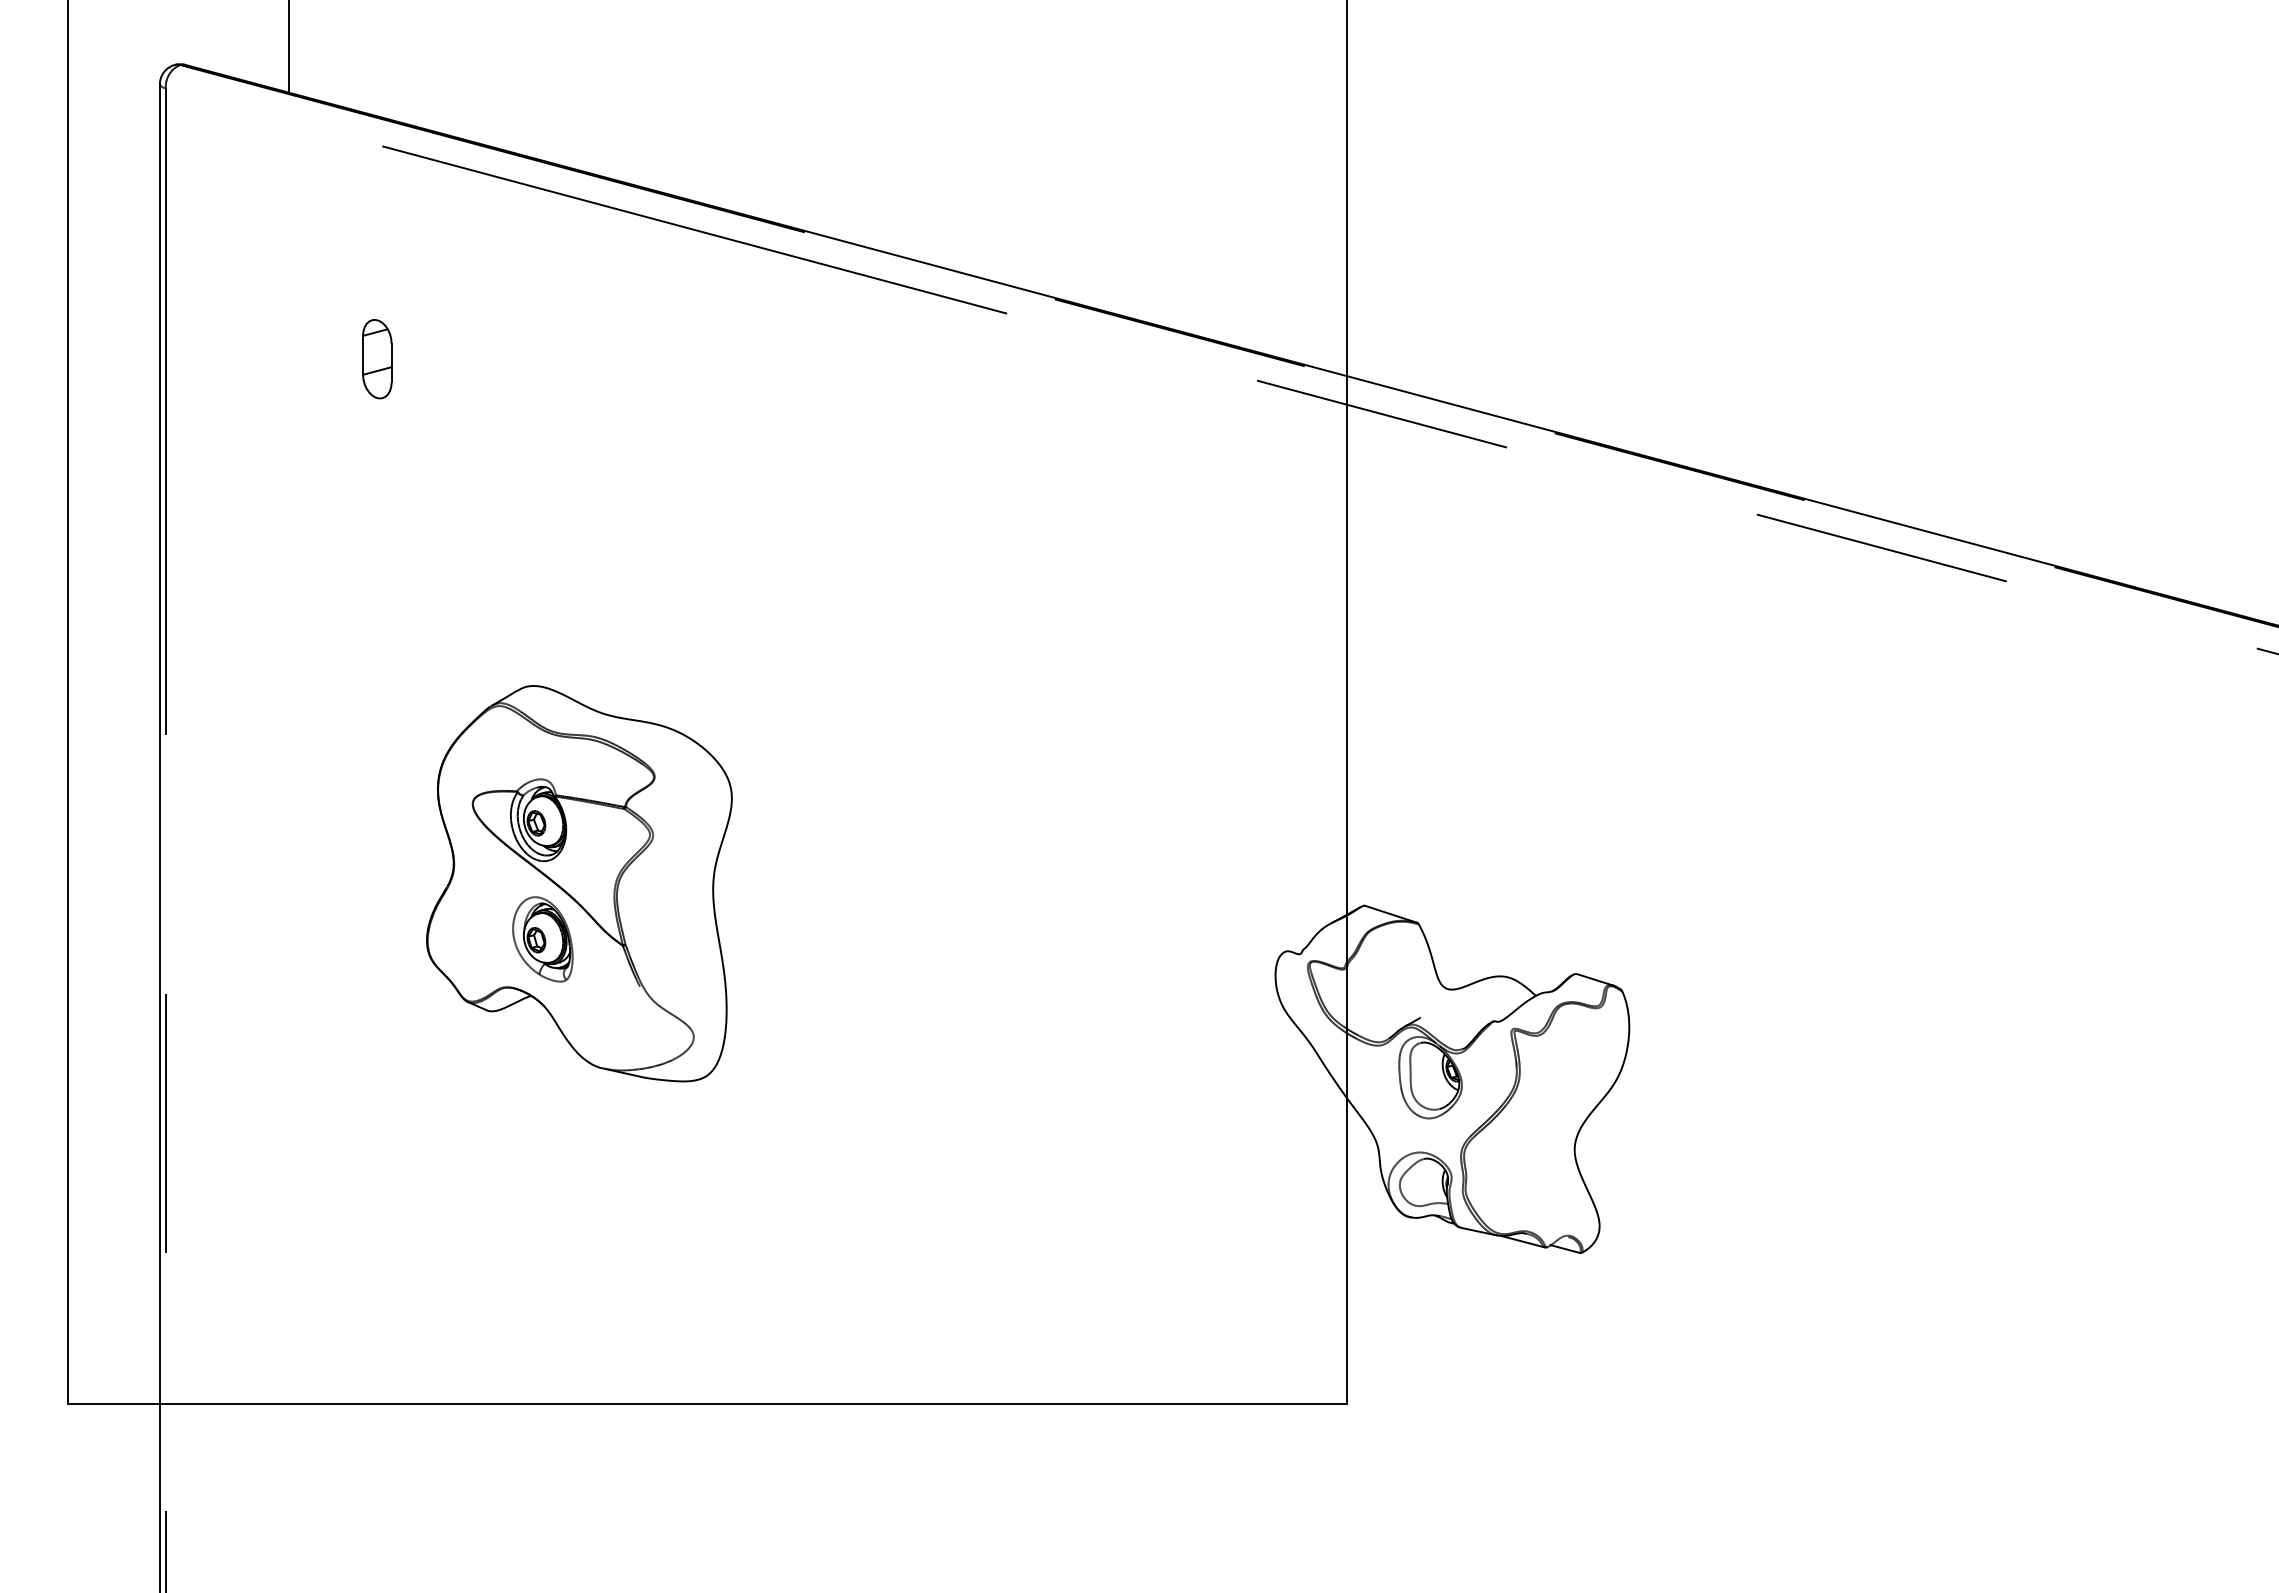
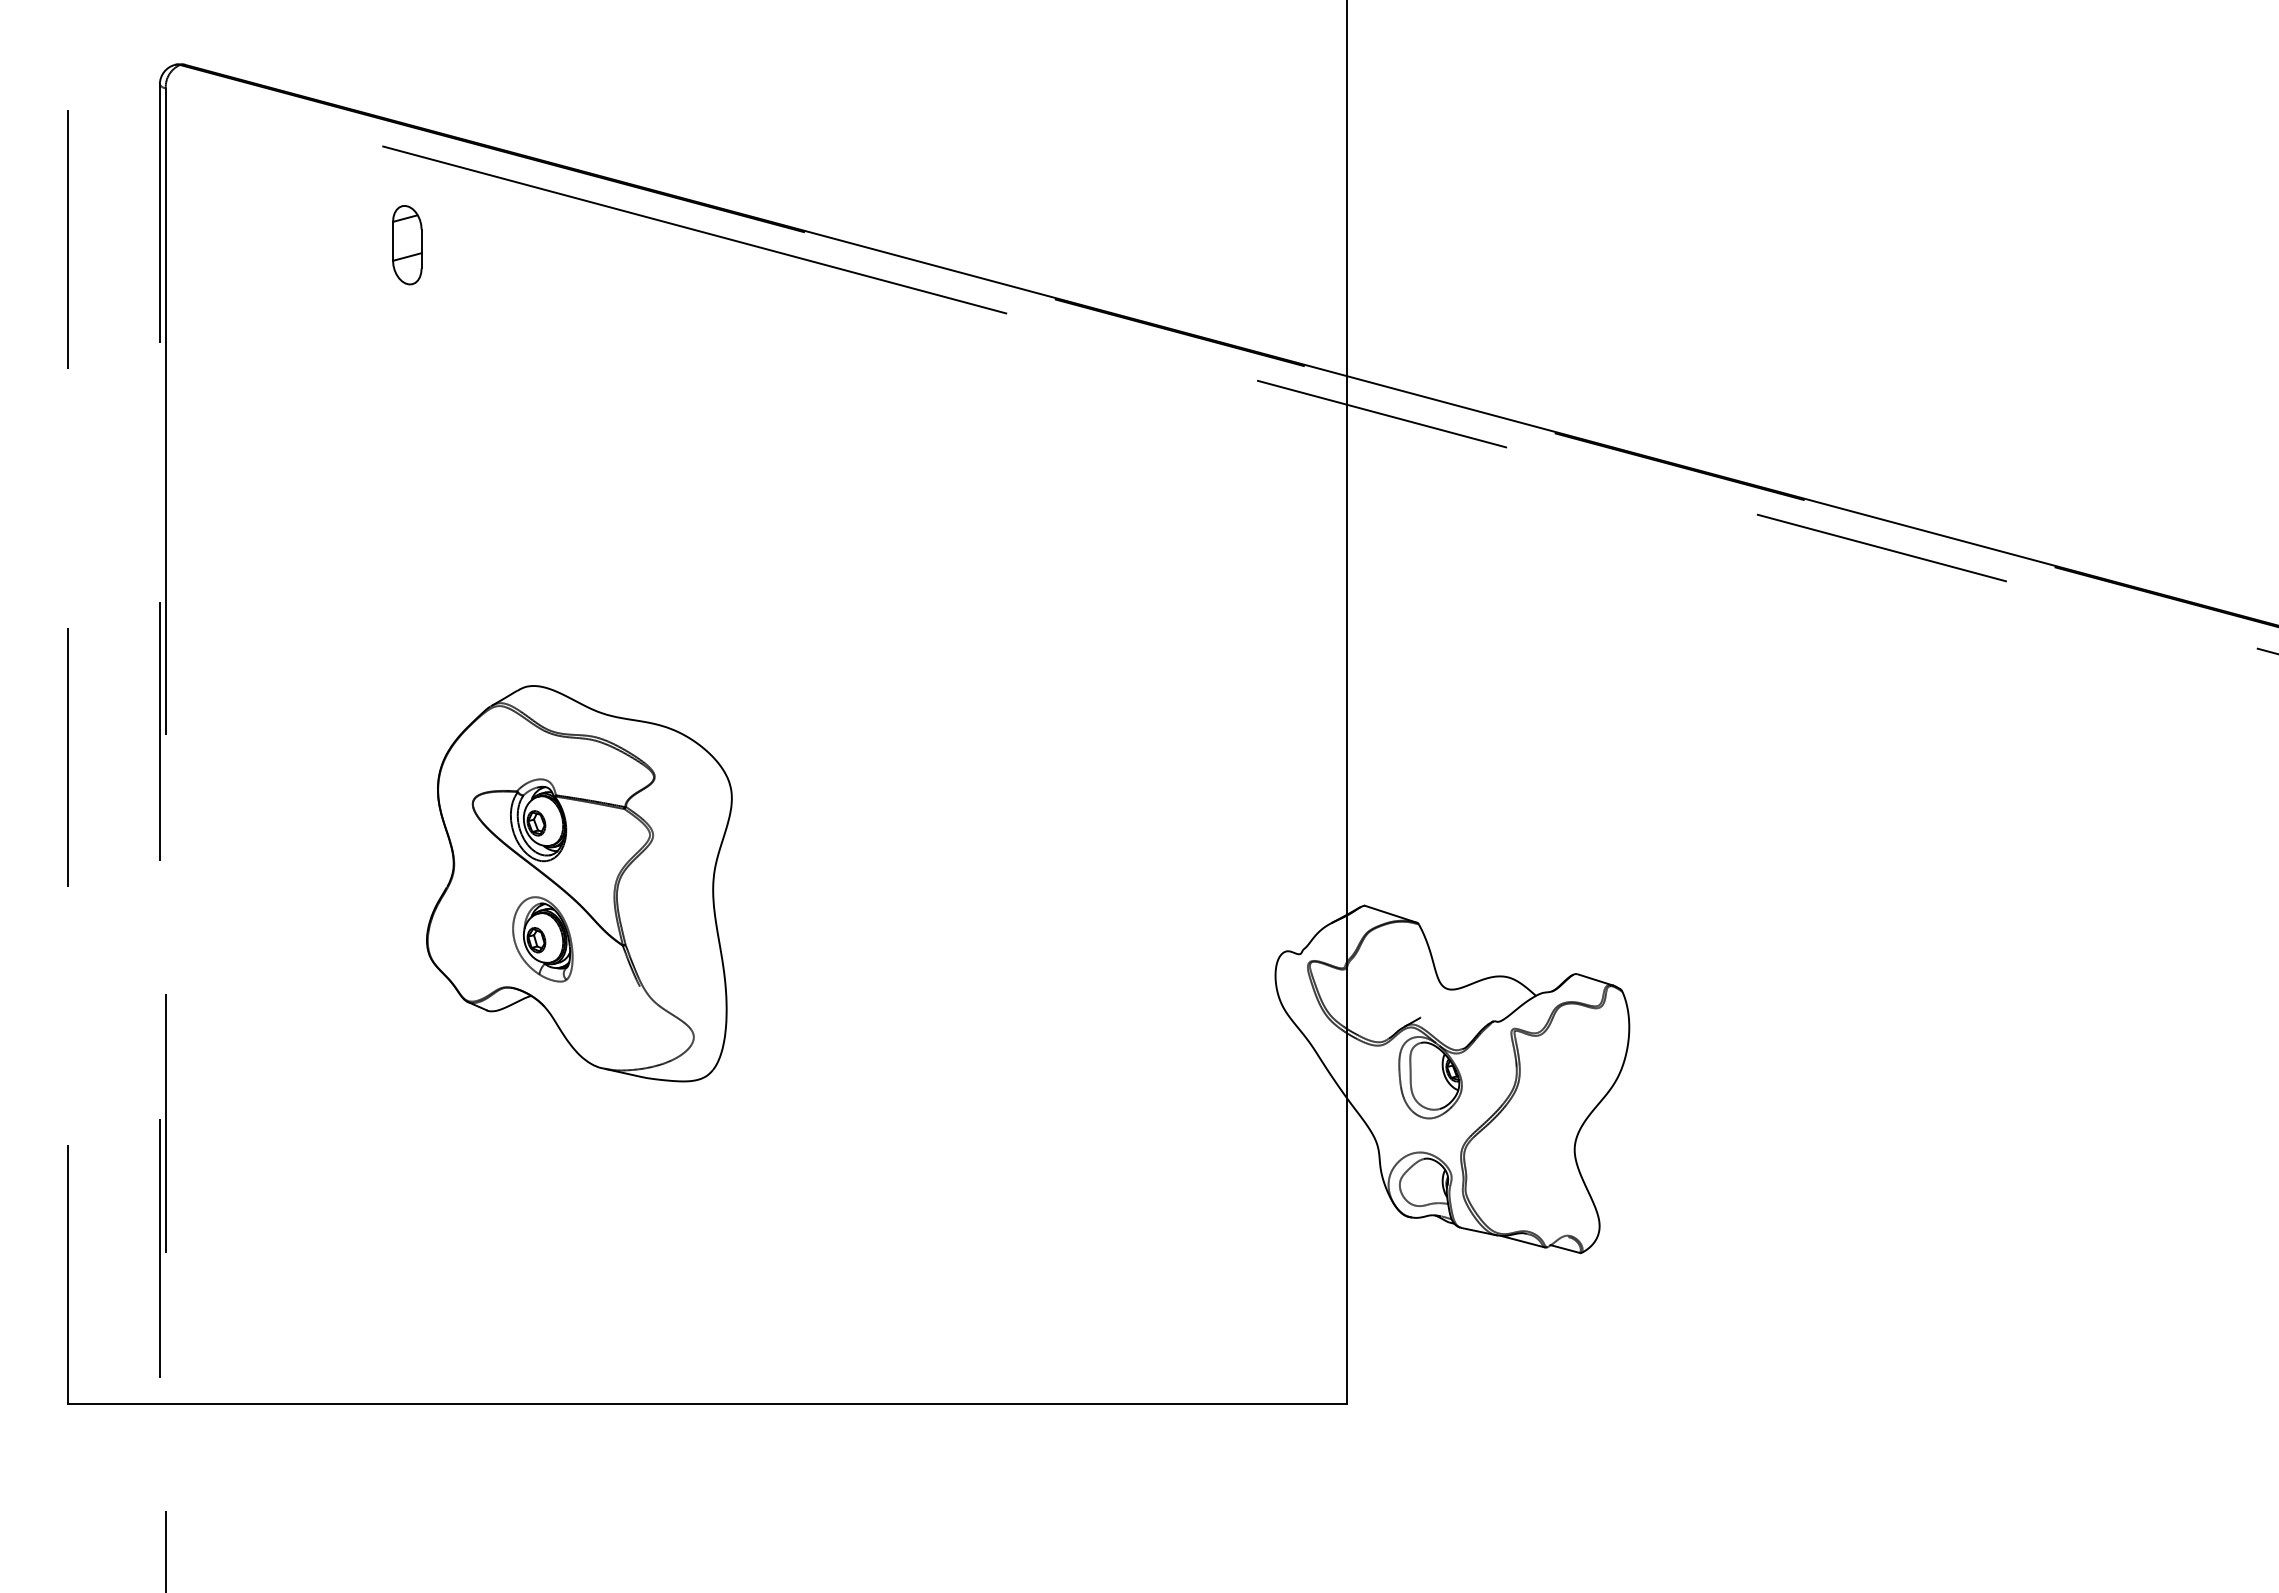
line at (288, 47): present -> none
part at (377, 359) position: (377, 359) -> (407, 245)
line at (68, 702): solid -> dashed
line at (159, 838): solid -> dashed
